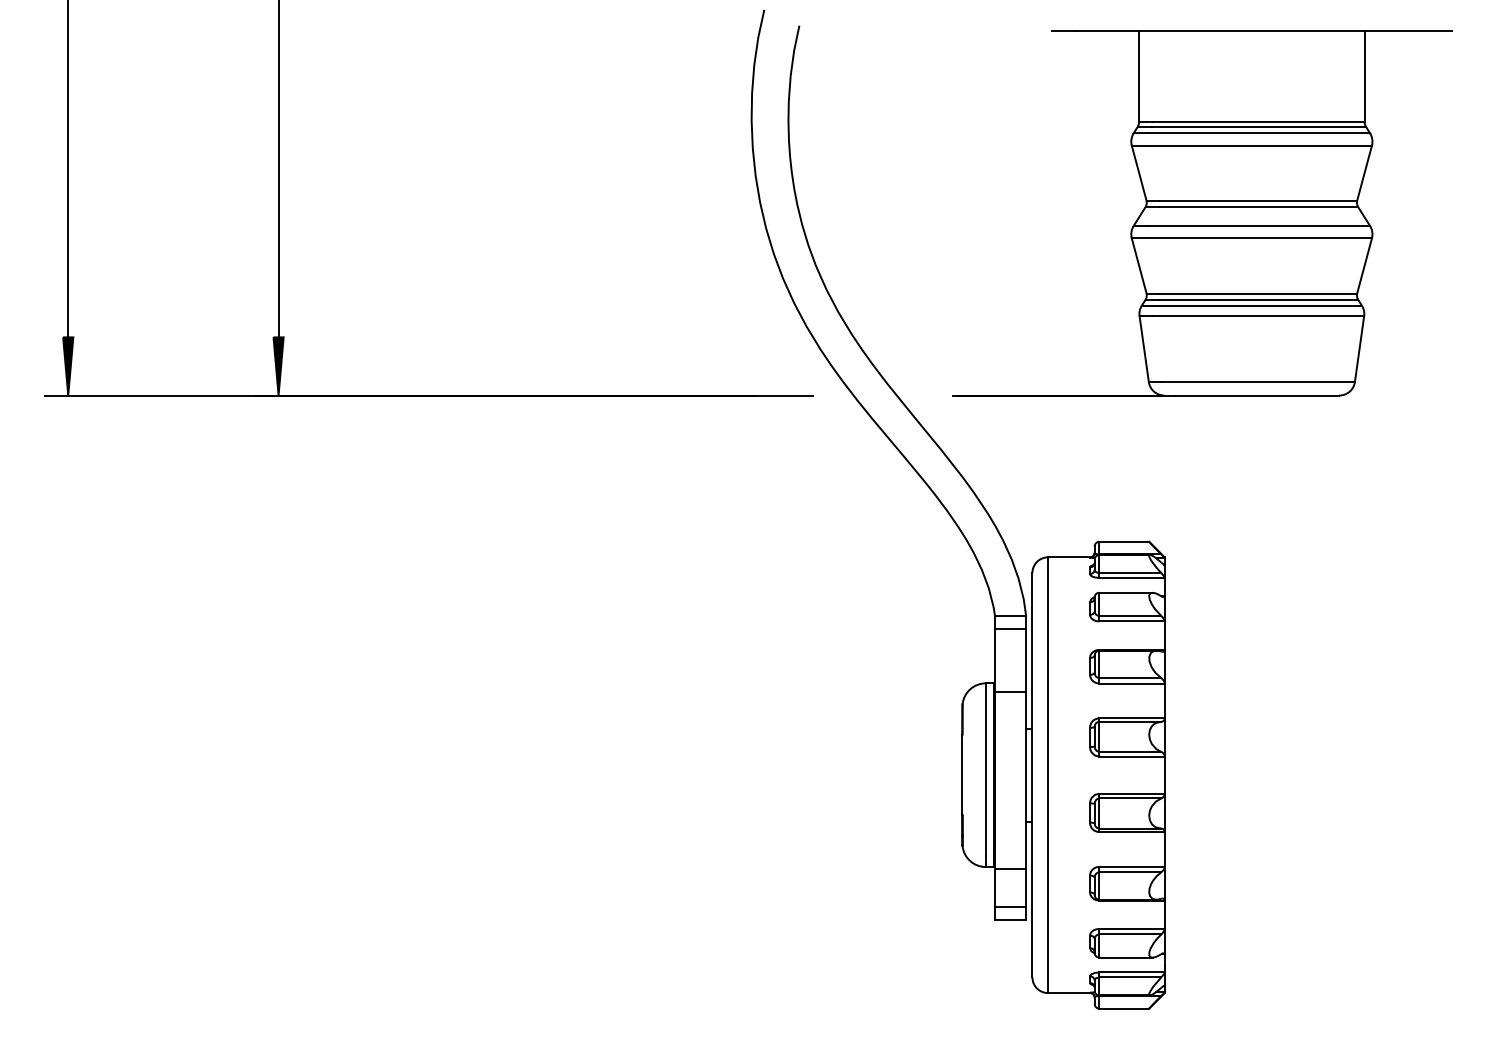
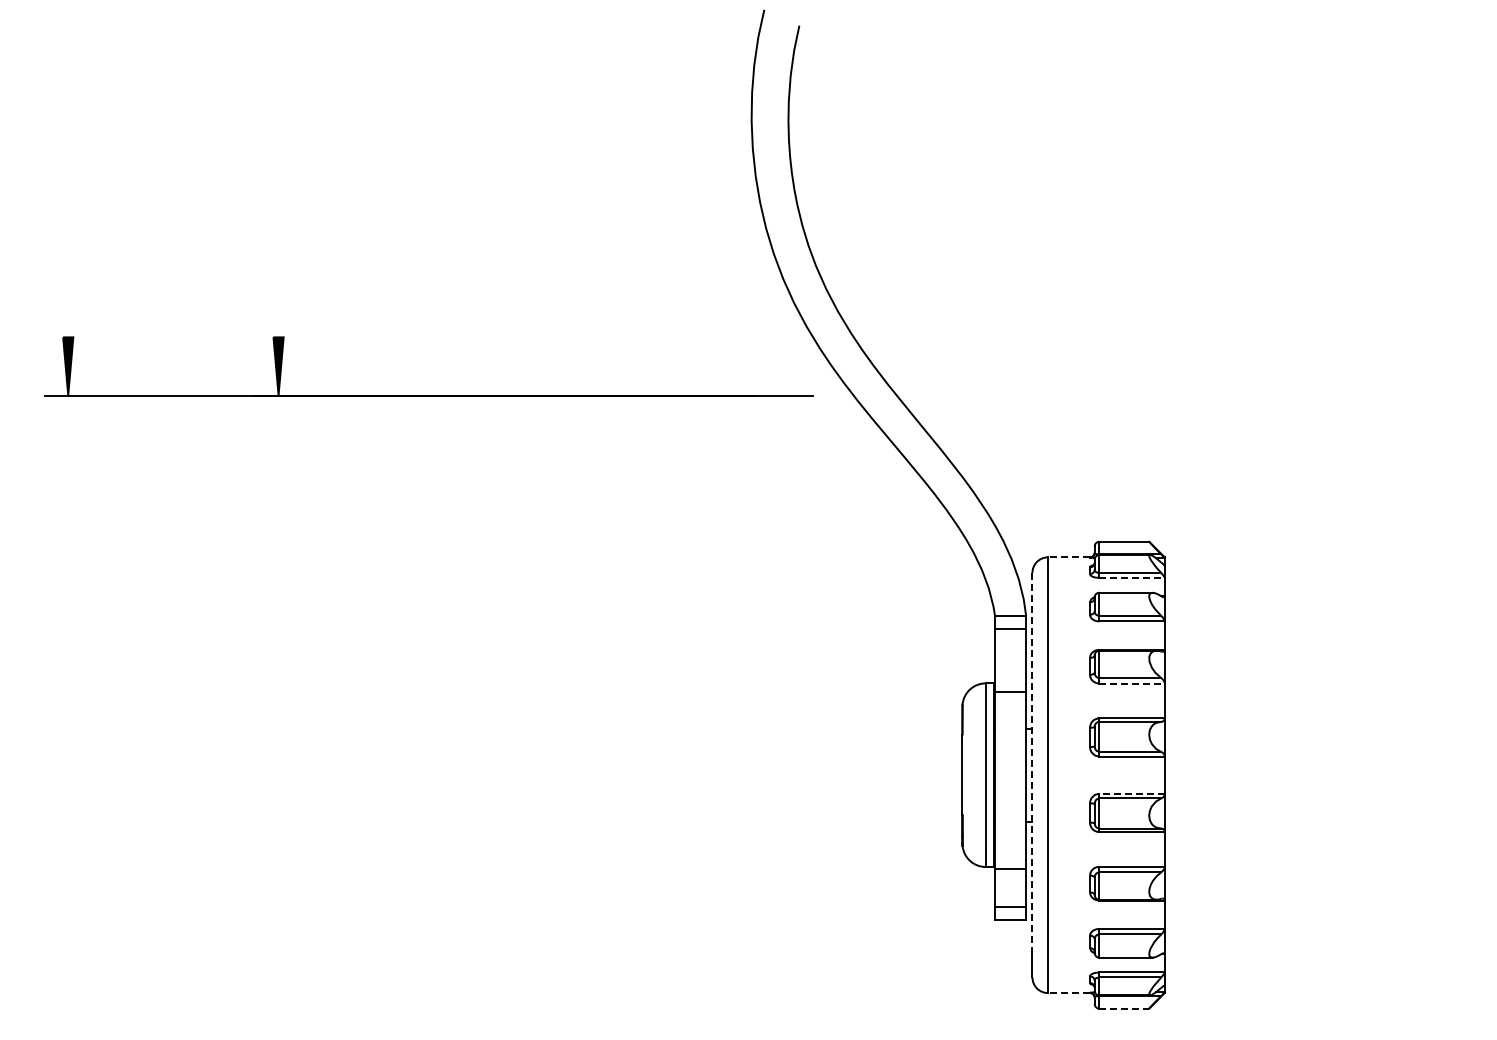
line at (68, 169): present -> none
line at (278, 169): present -> none
part at (1202, 213): present -> none
line at (1068, 557): solid -> dashed
line at (1132, 577): solid -> dashed
line at (1132, 683): solid -> dashed
line at (1032, 762): solid -> dashed
line at (1132, 793): solid -> dashed
line at (1068, 993): solid -> dashed
line at (1124, 1008): solid -> dashed
